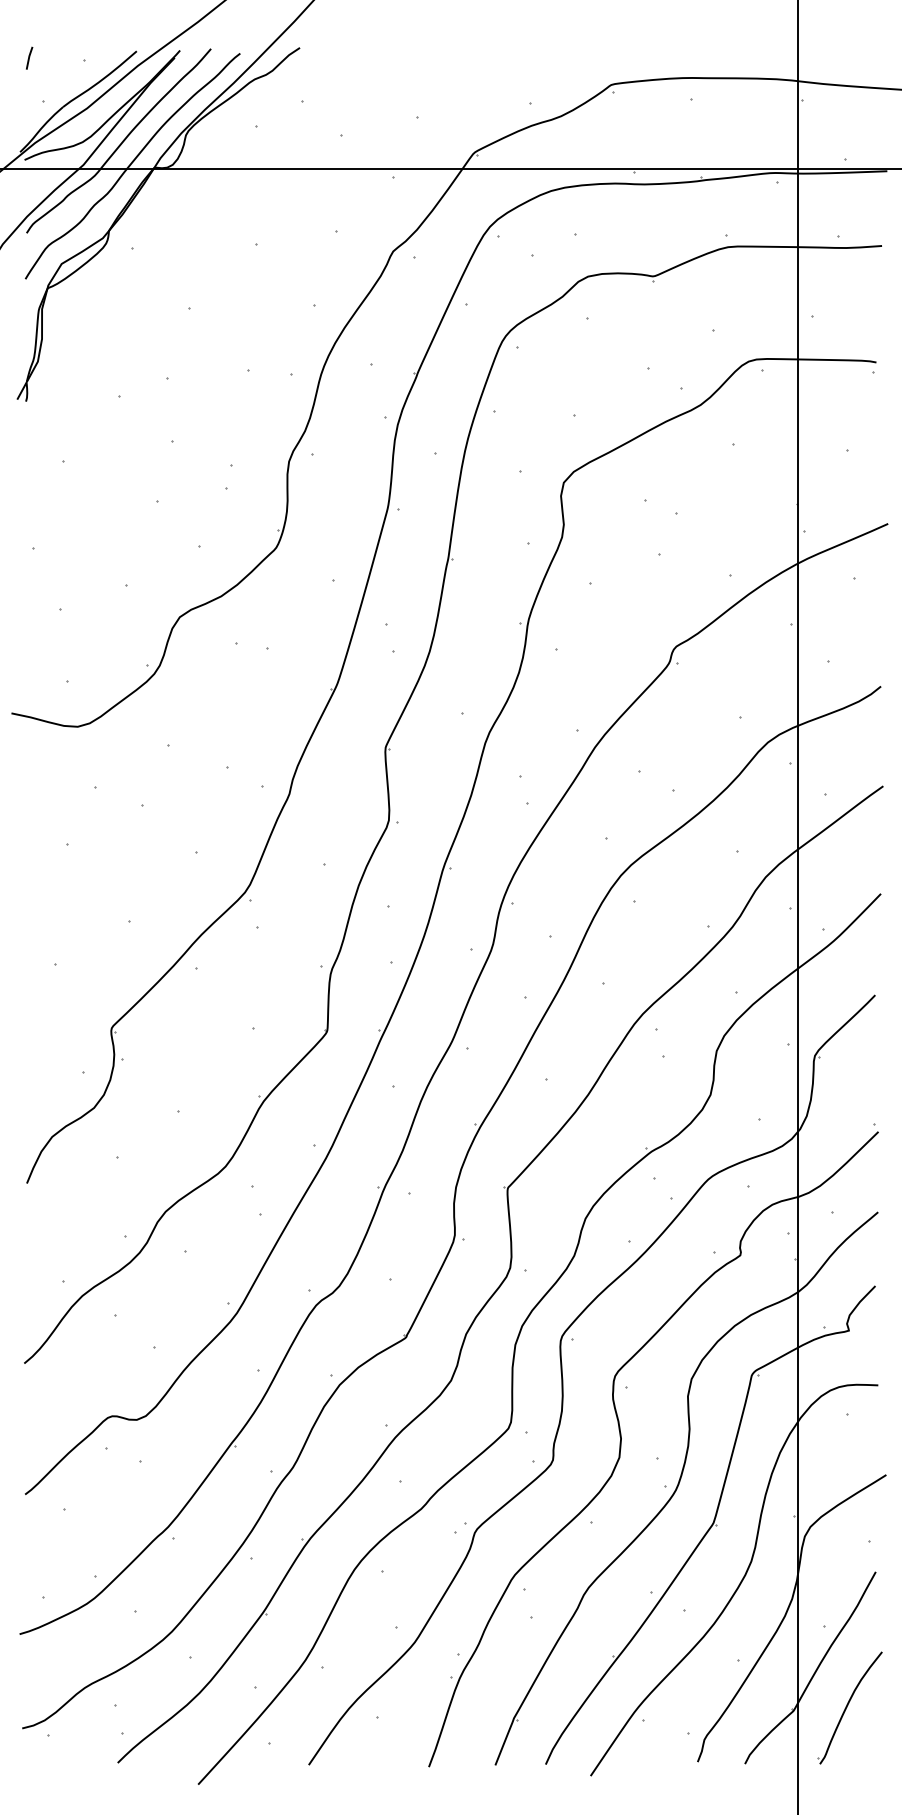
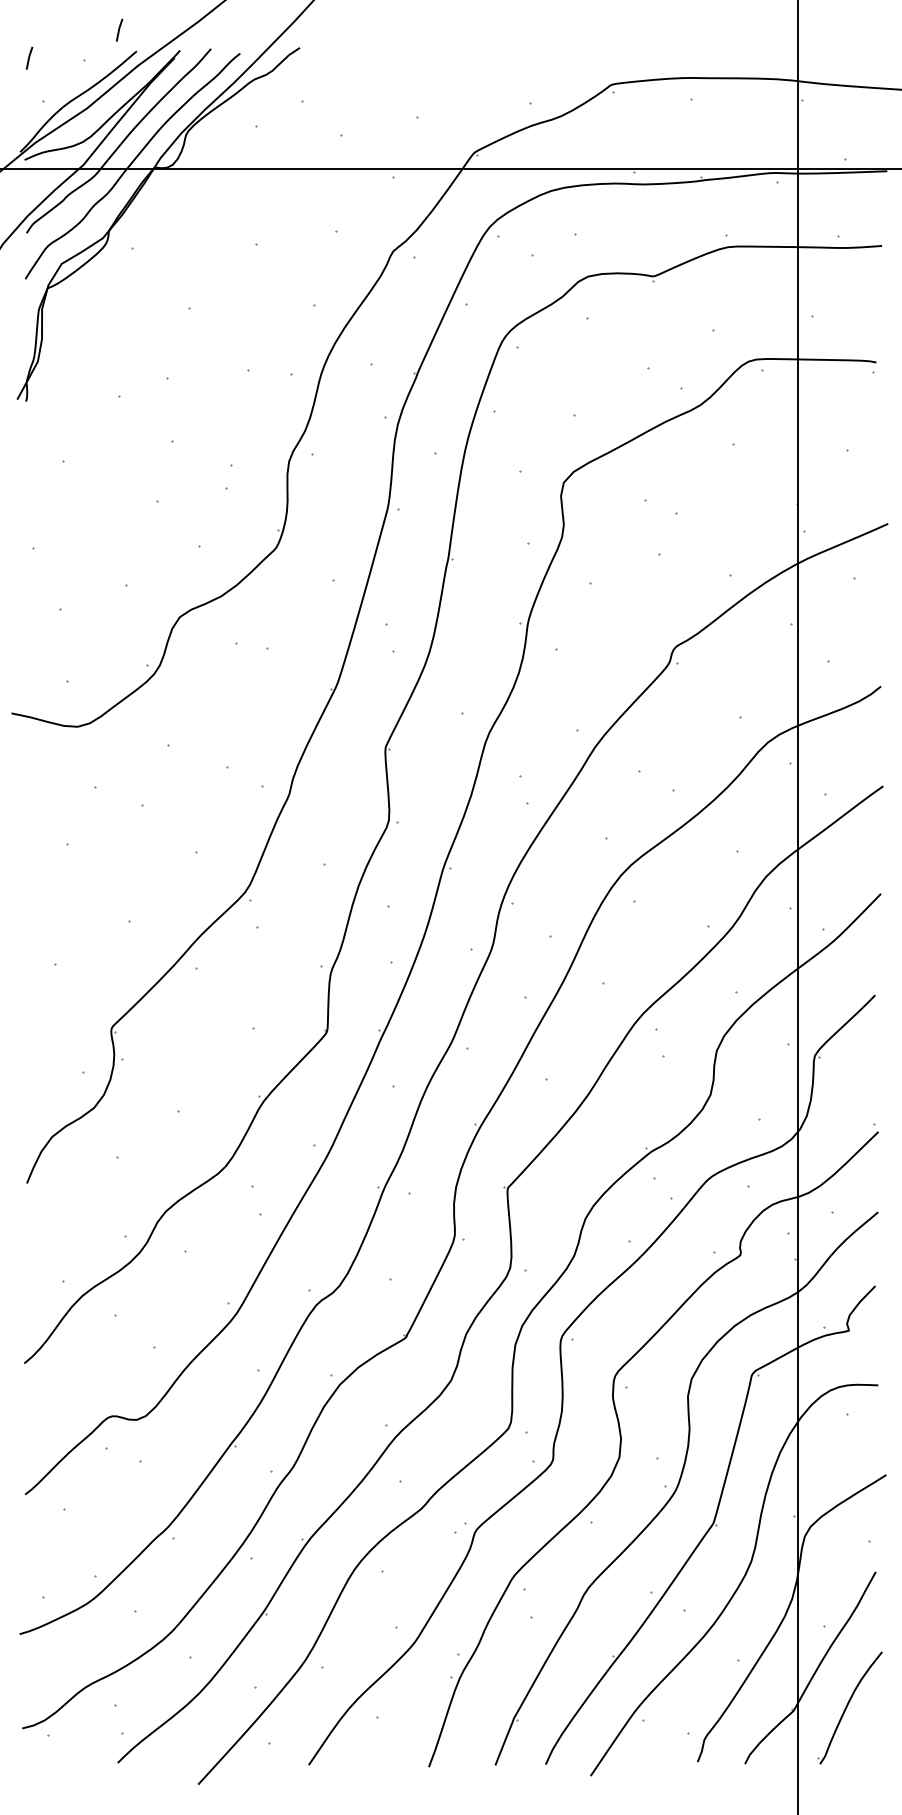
line at (119, 29): none -> present
